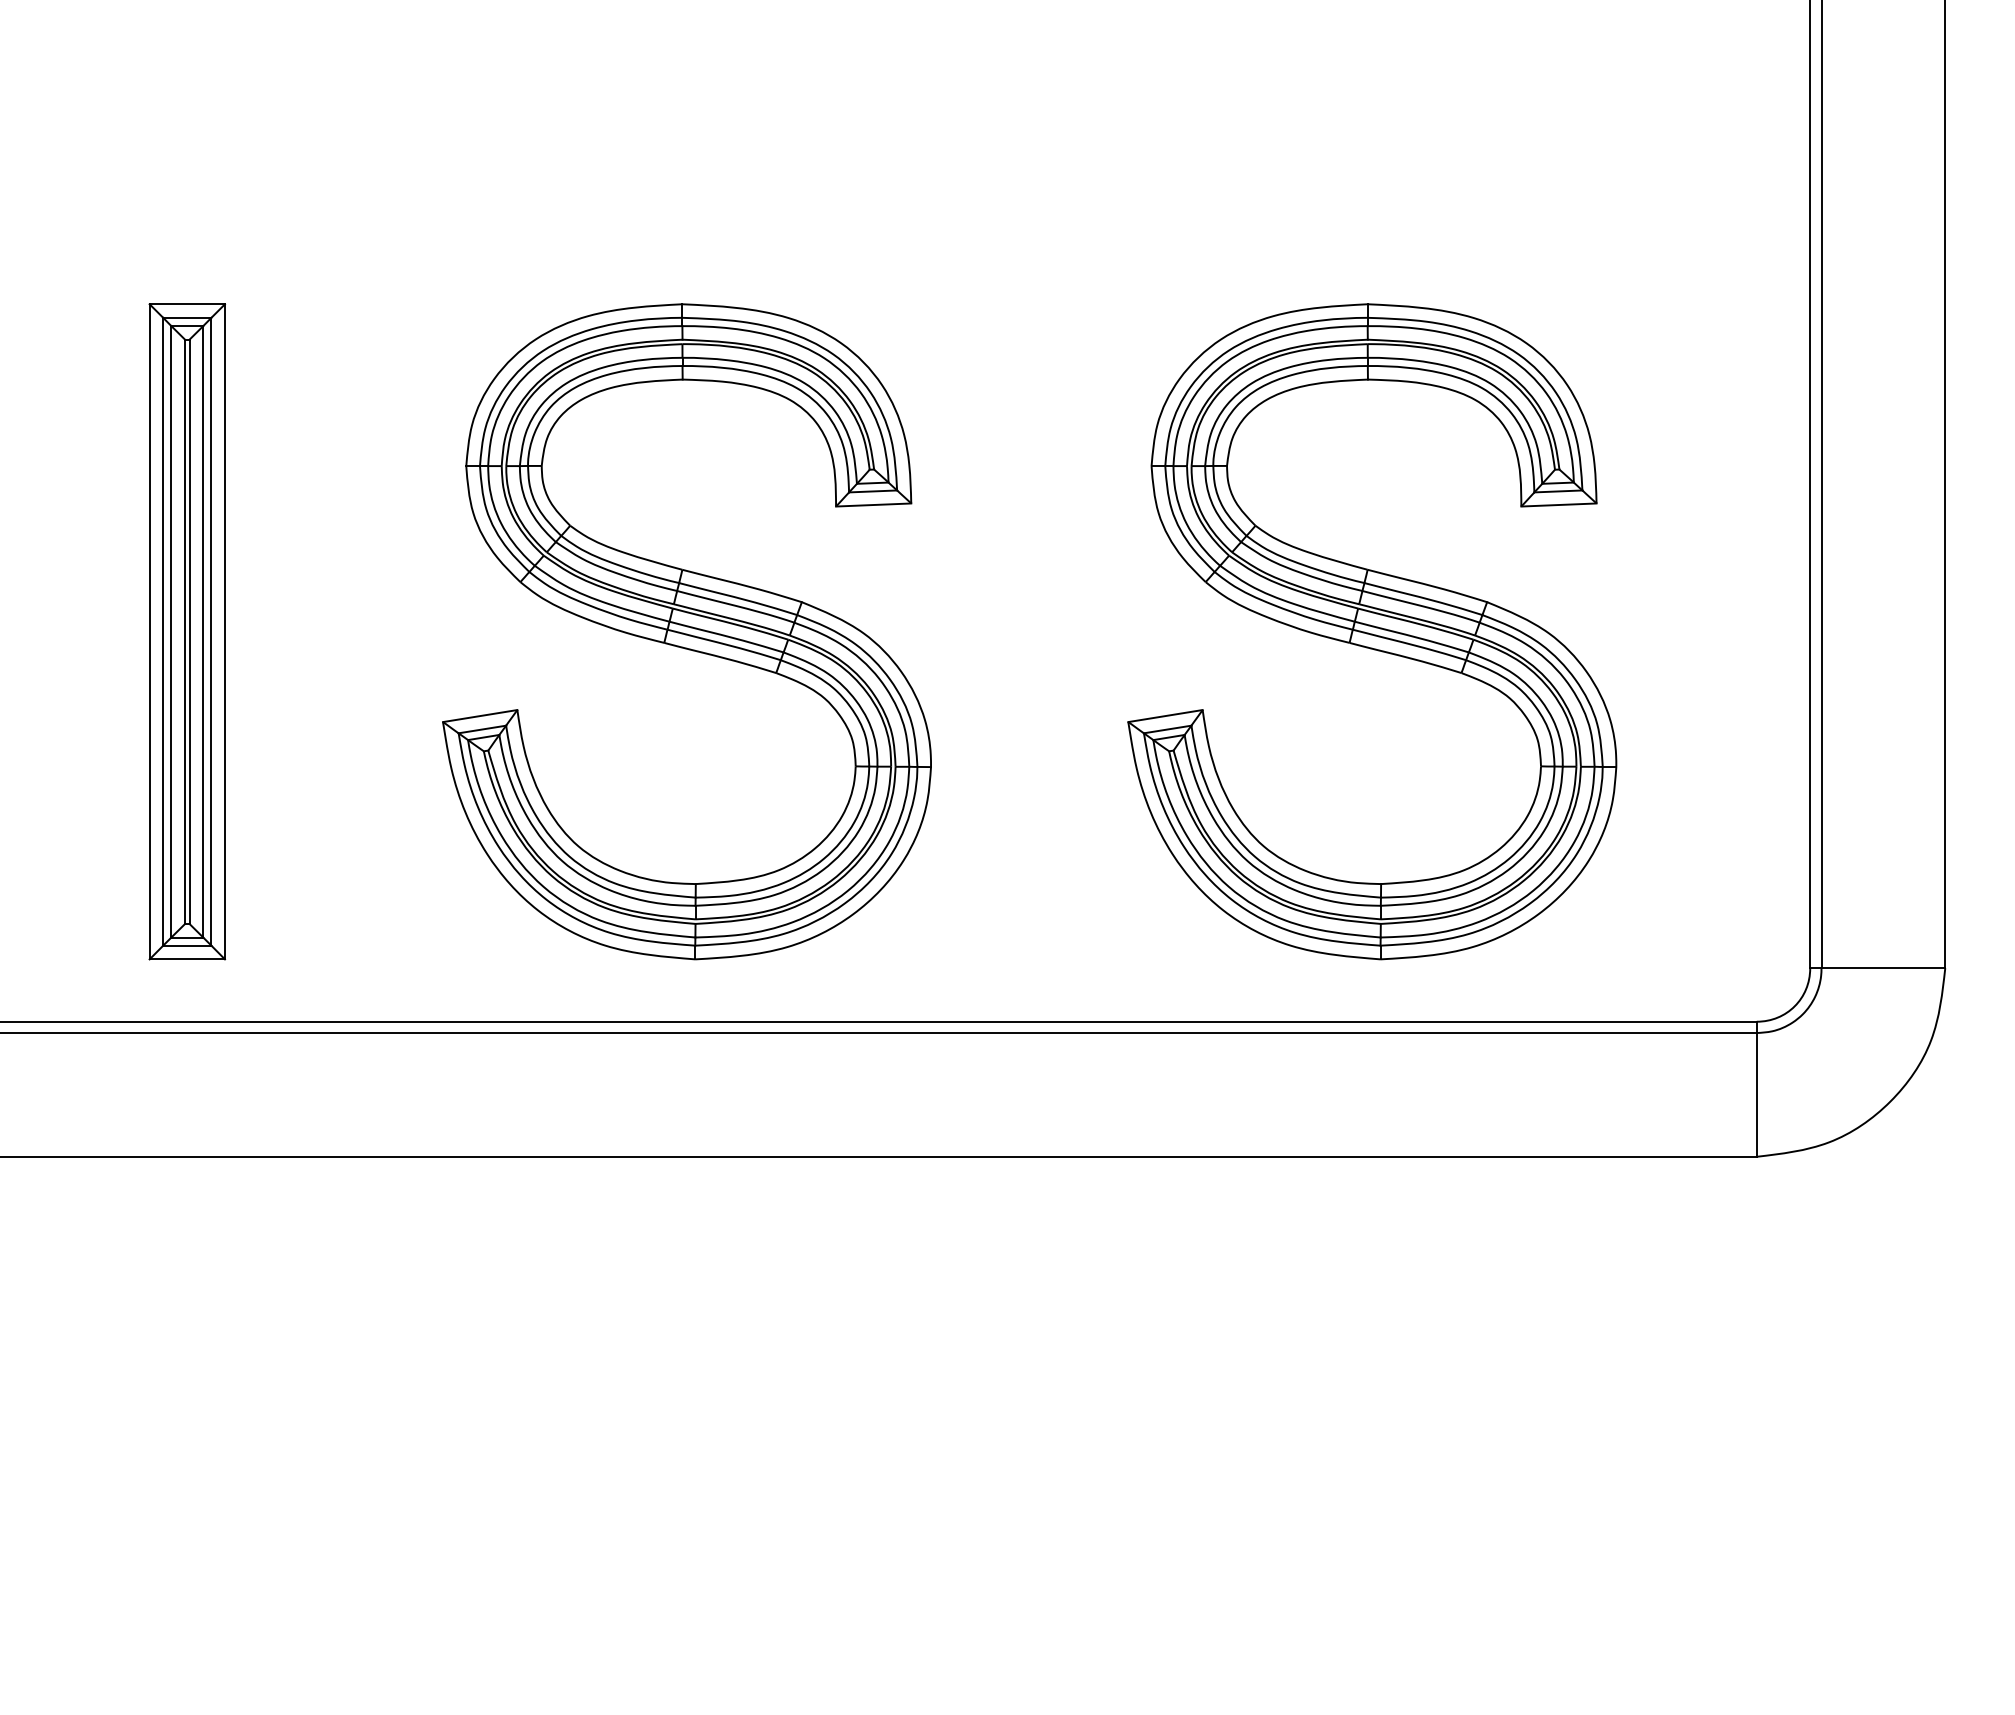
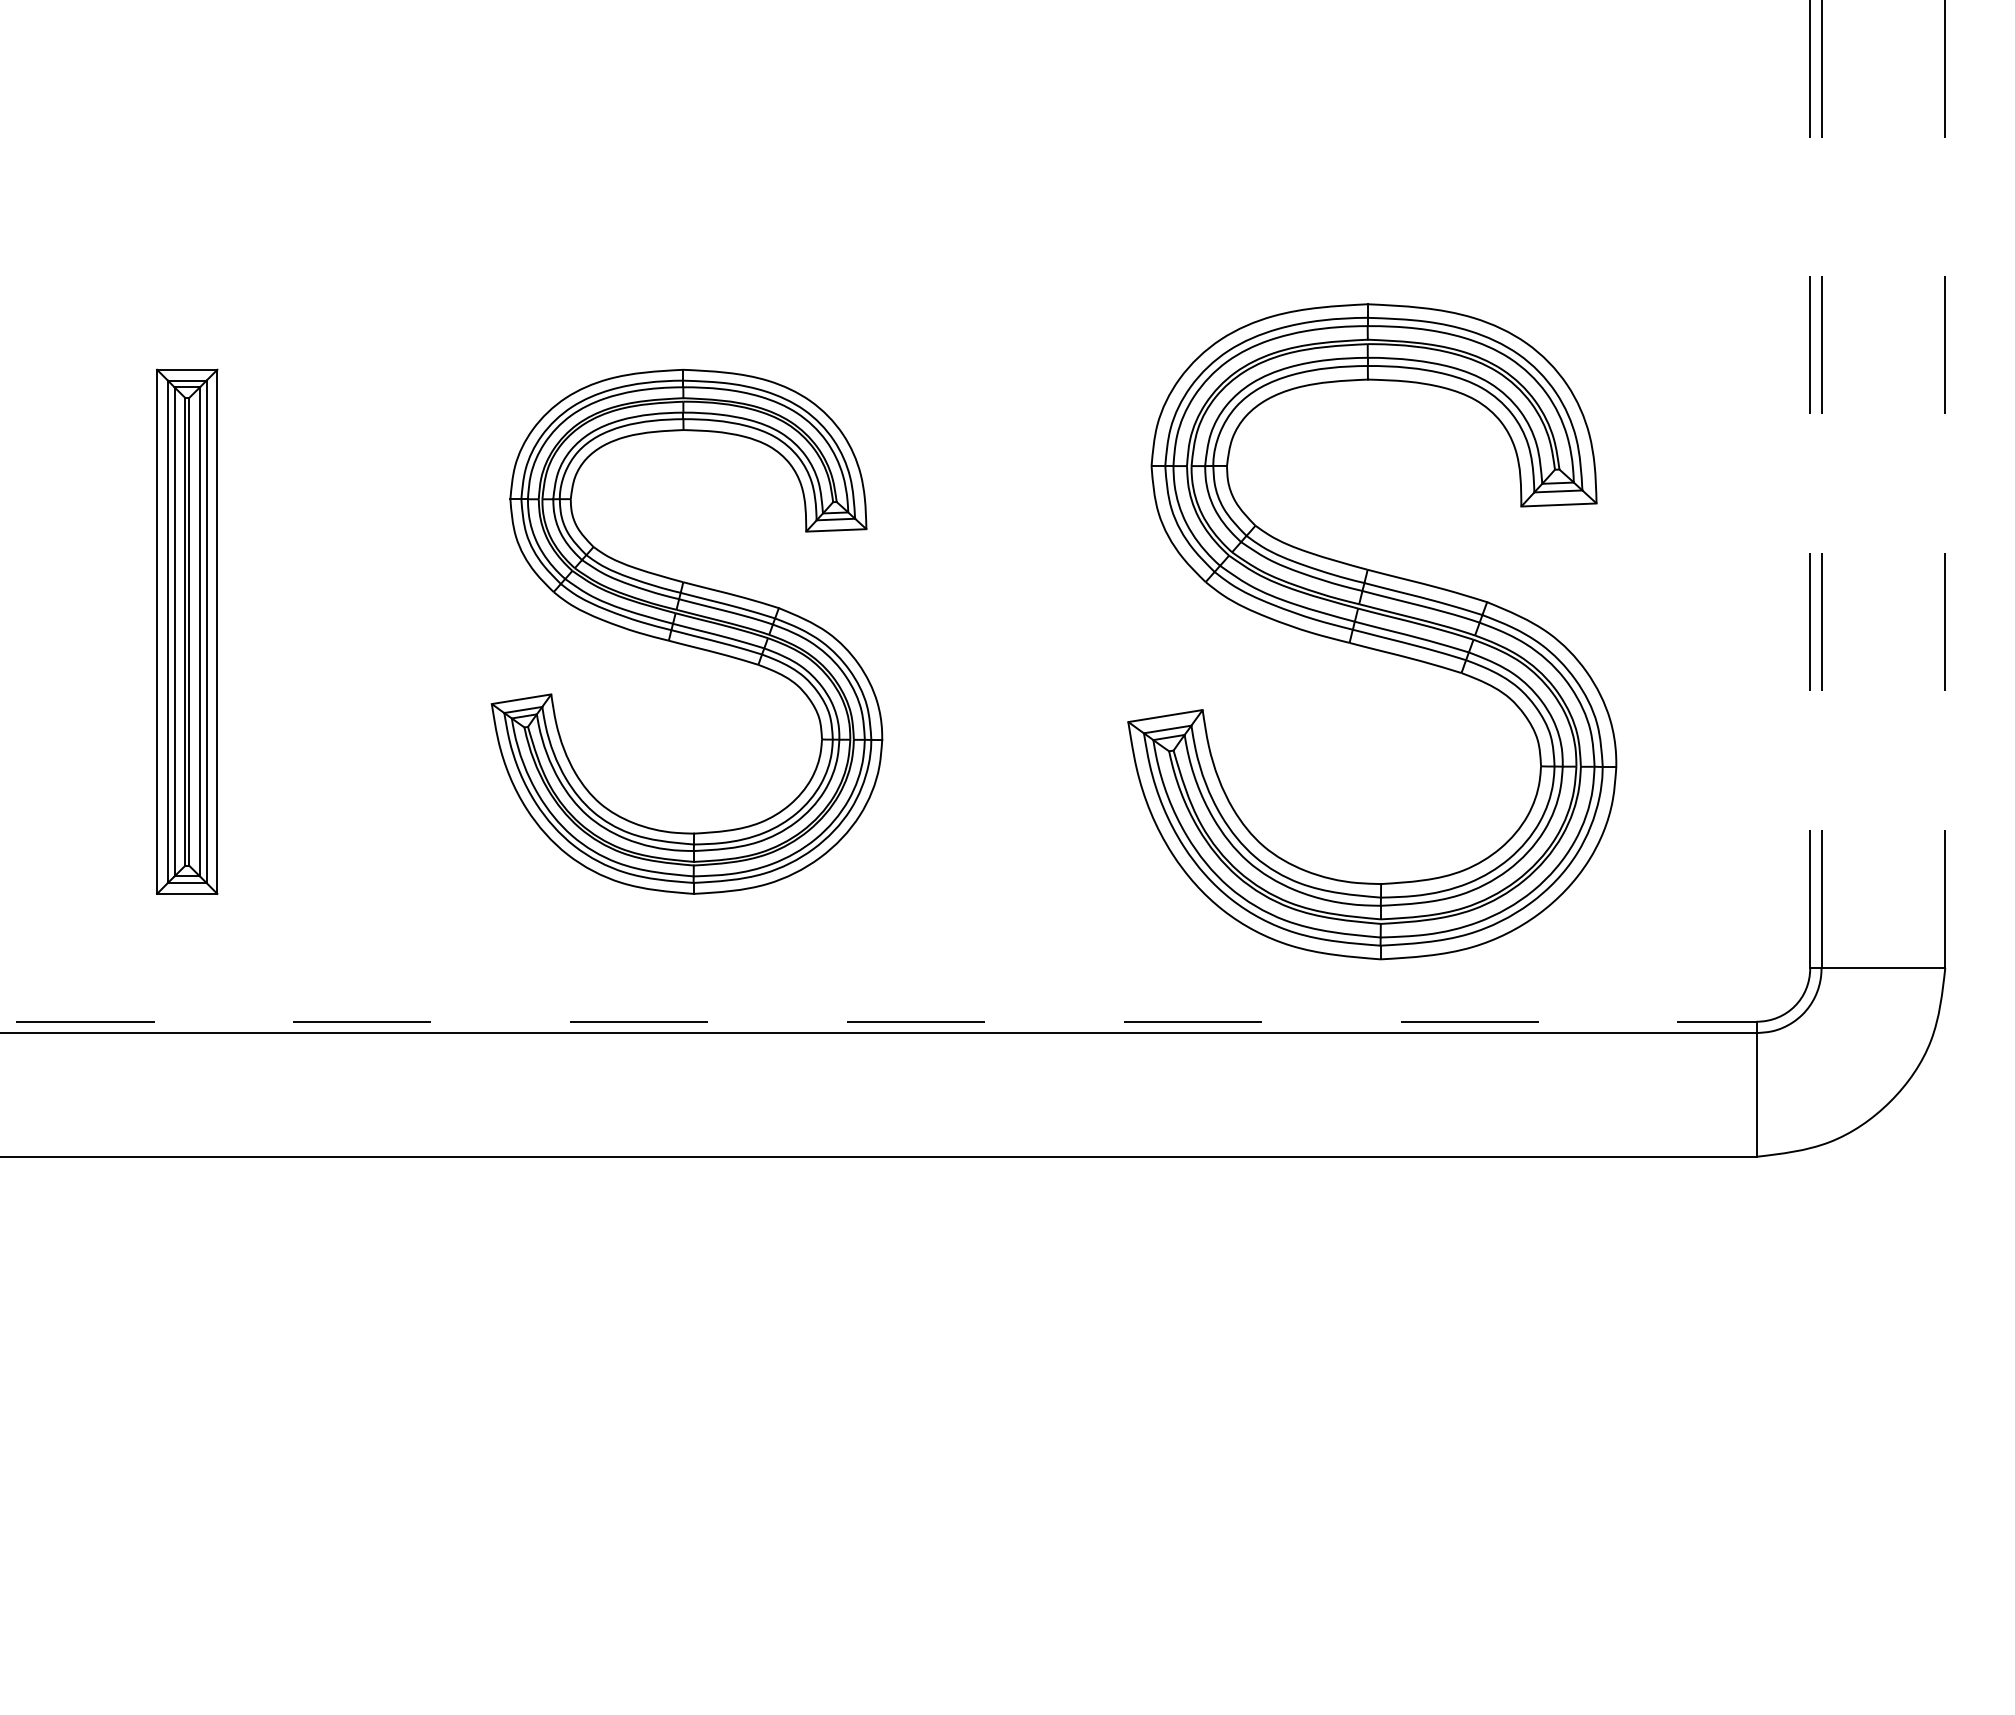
line at (1810, 484): solid -> dashed
line at (1821, 484): solid -> dashed
line at (1945, 484): solid -> dashed
part at (186, 631) size: 78x658 px -> 63x527 px
part at (686, 631) size: 490x658 px -> 394x527 px
line at (879, 1021): solid -> dashed
